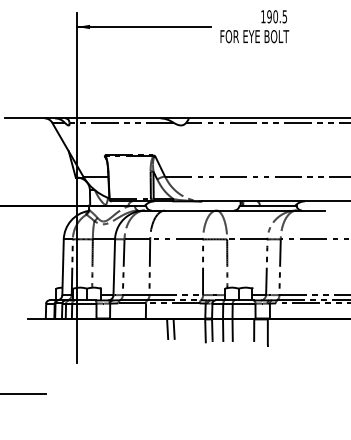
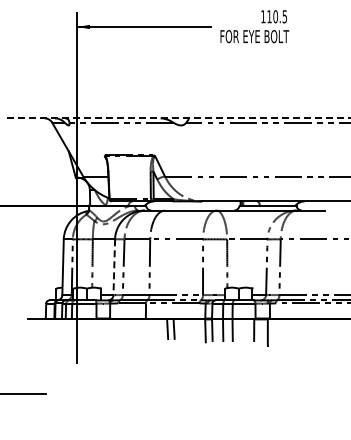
text at (269, 16): 190.5 -> 110.5
line at (177, 118): solid -> dashed
line at (114, 267): solid -> dashed
